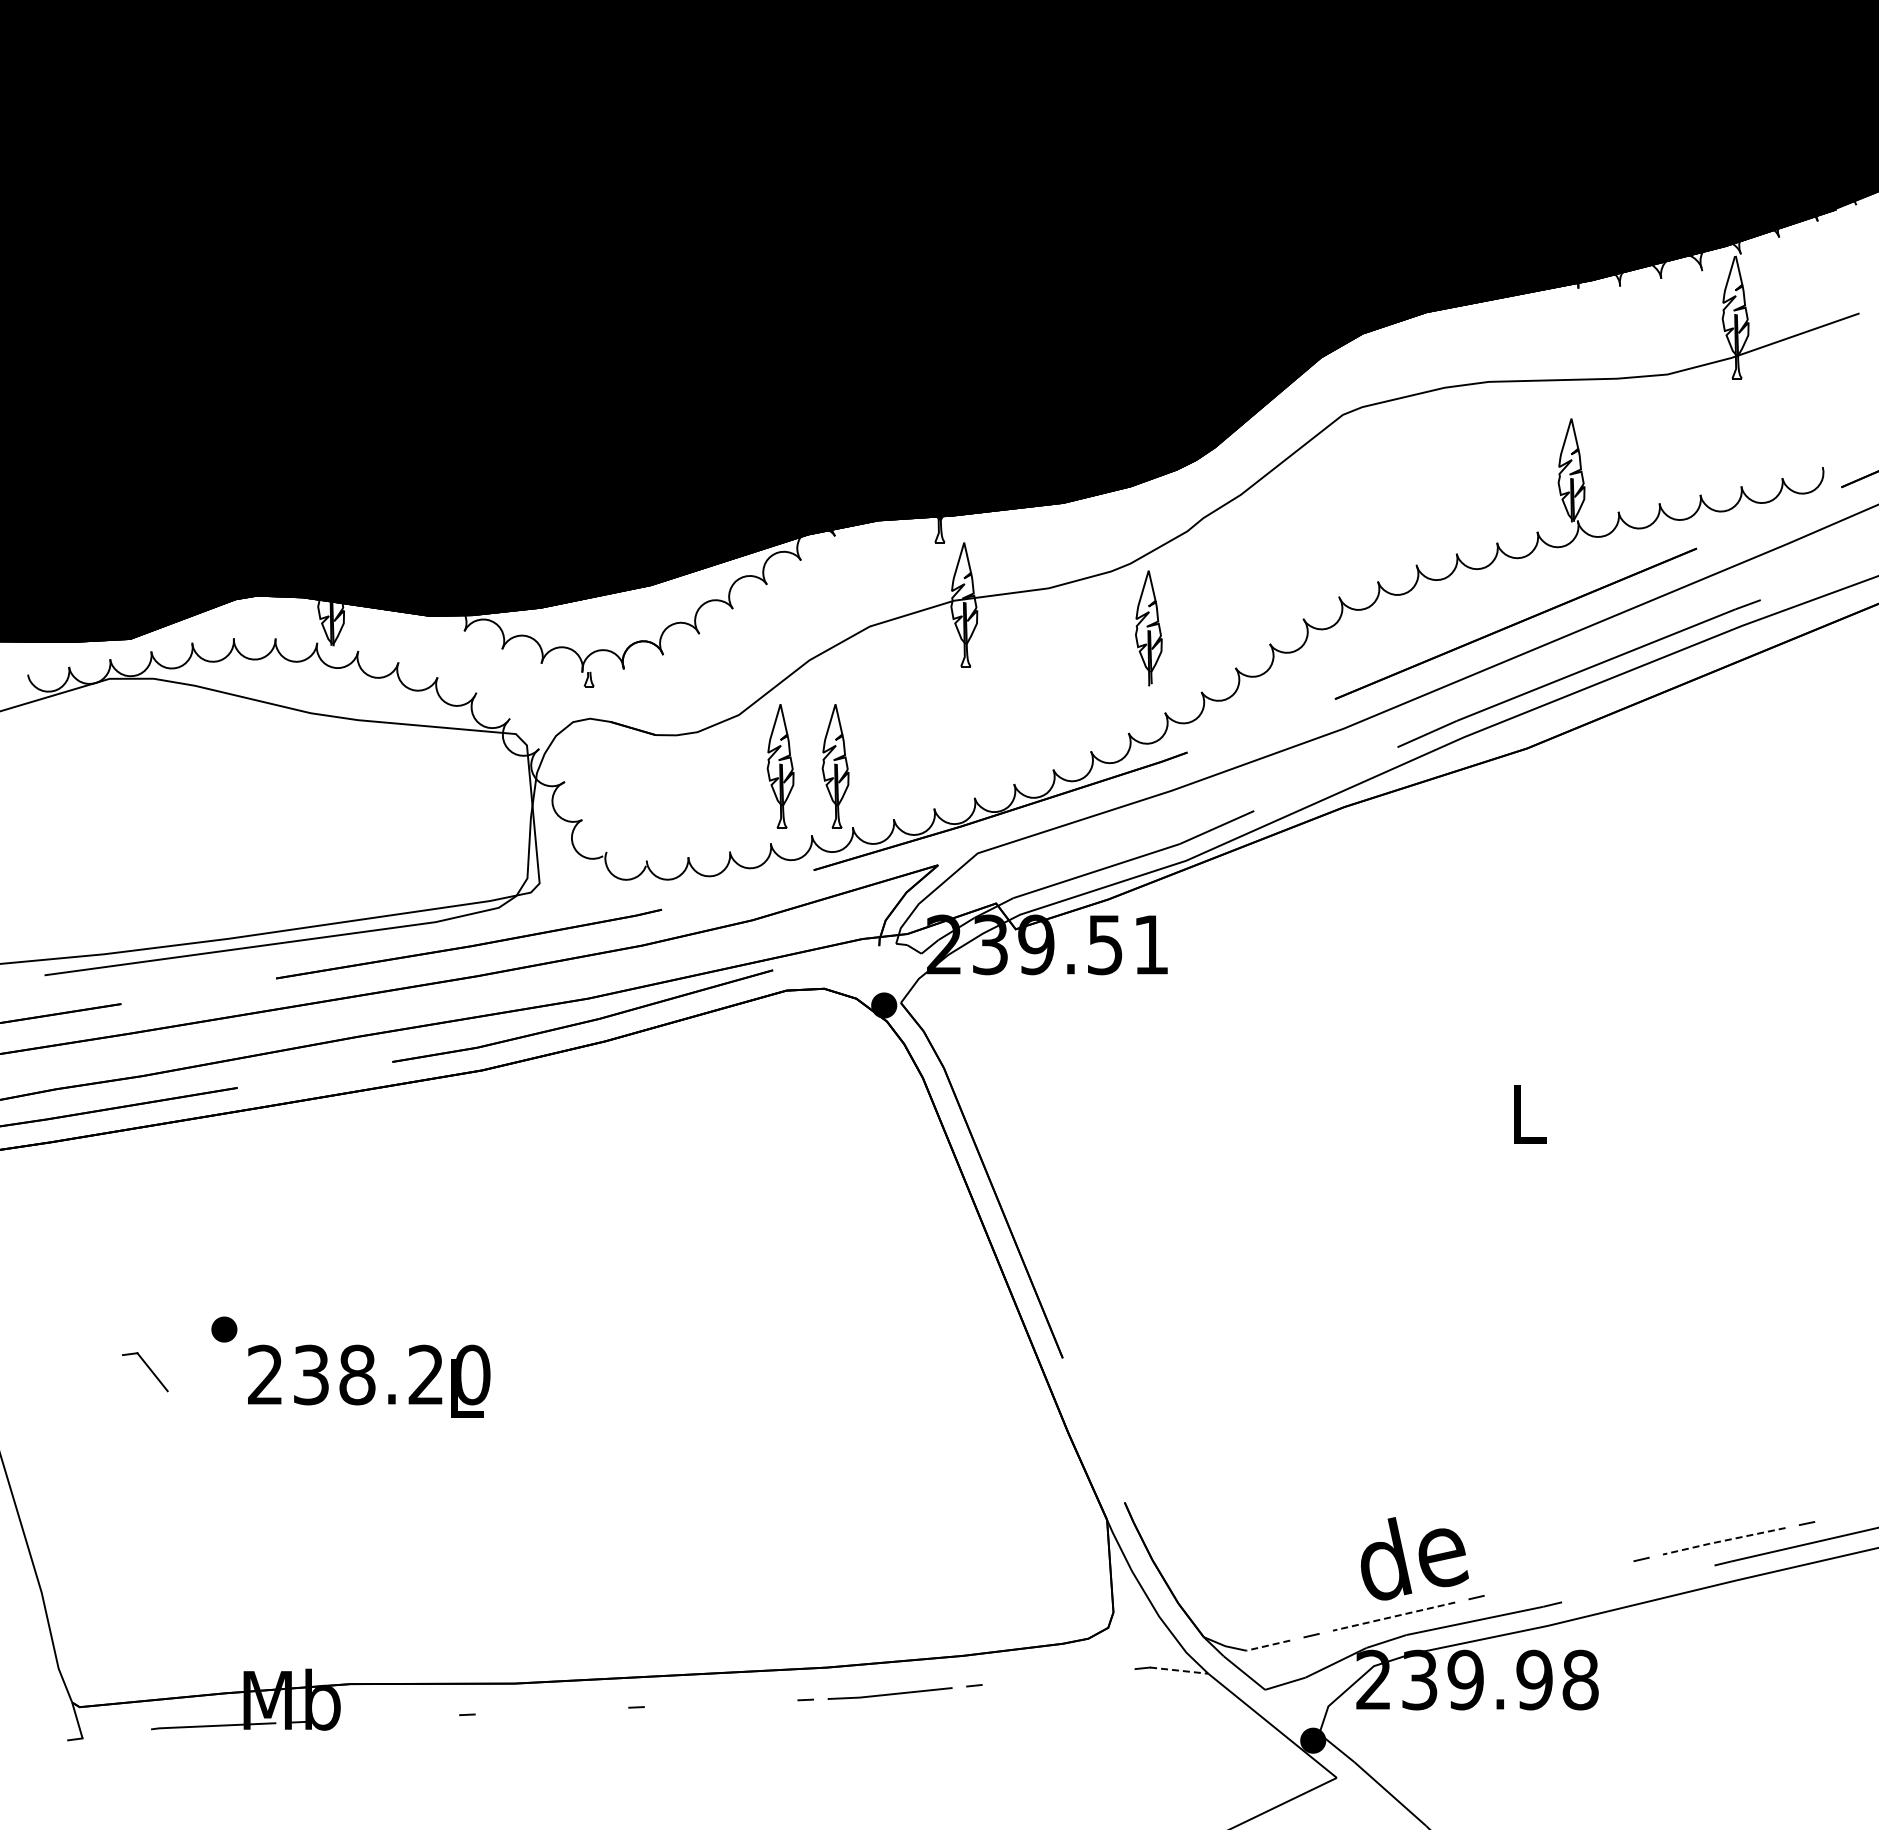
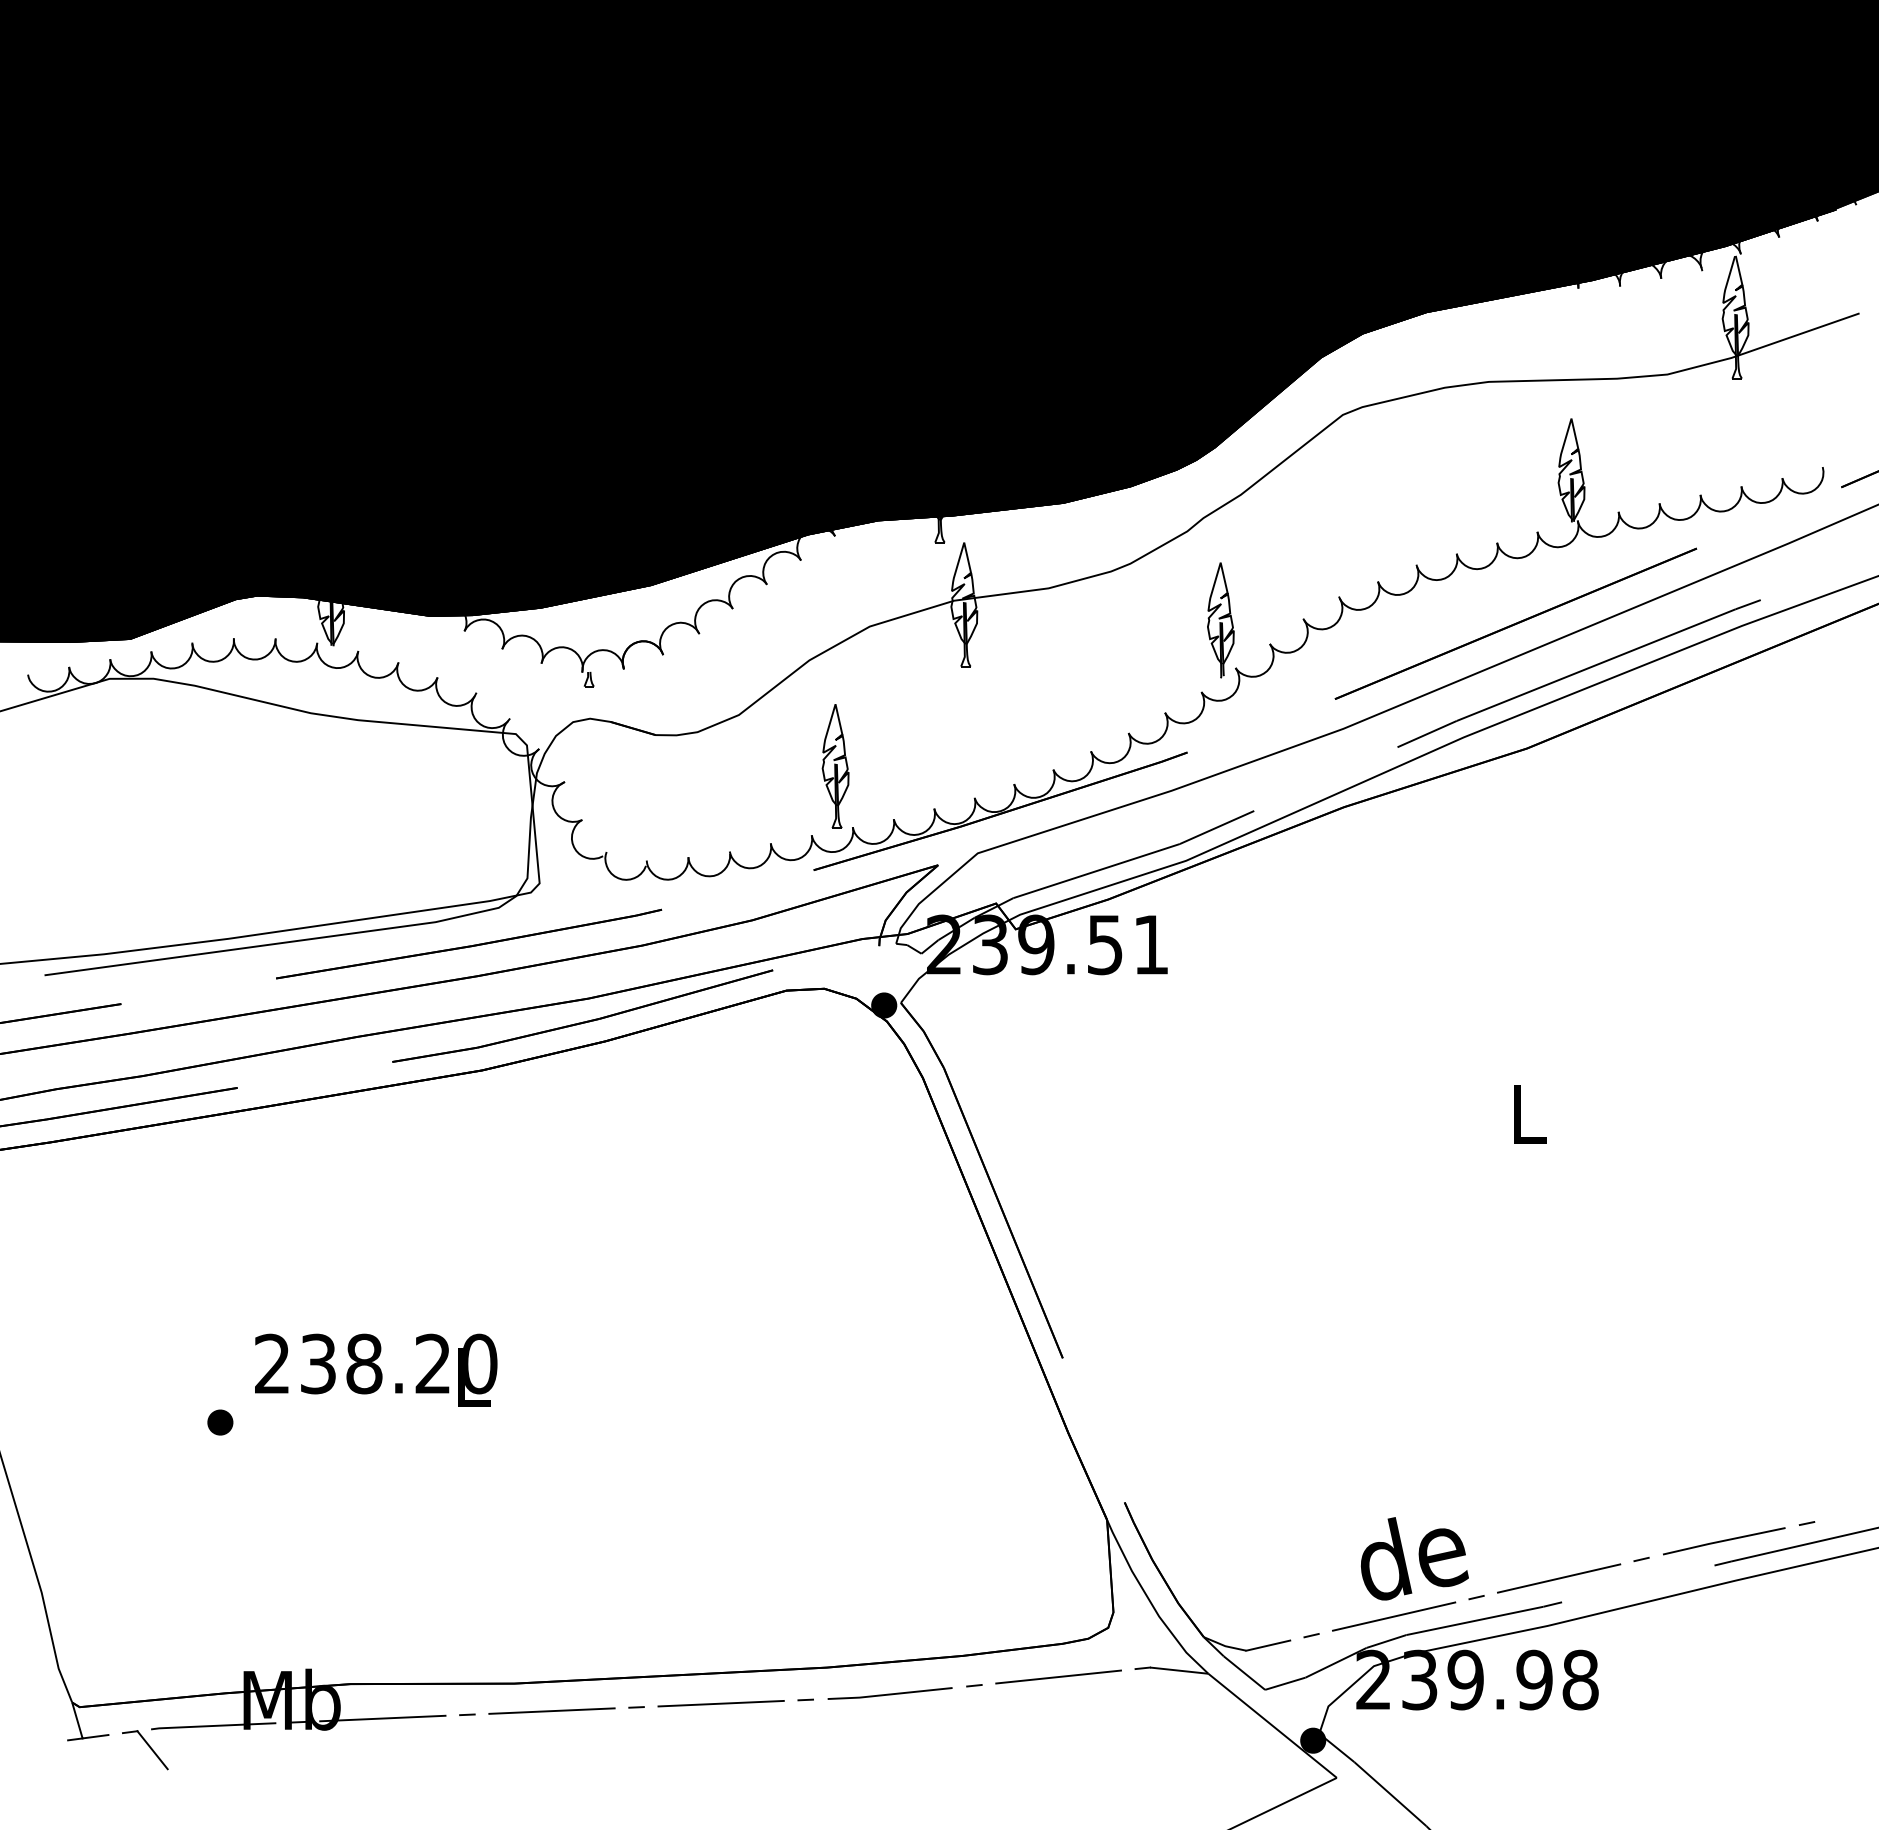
part at (1148, 628) position: (1148, 628) -> (1220, 620)
part at (780, 766): present -> none
part at (224, 1329) position: (224, 1329) -> (220, 1422)
part at (145, 1372) position: (145, 1372) -> (145, 1750)
text at (369, 1380) position: (369, 1380) -> (376, 1369)
line at (1723, 1540): dashed -> solid
line at (1558, 1578): none -> present
line at (1394, 1616): dashed -> solid
line at (1268, 1645): dashed -> solid
line at (1179, 1670): dashed -> solid
line at (1058, 1676): none -> present
line at (720, 1703): none -> present
line at (551, 1710): none -> present
line at (382, 1718): none -> present
line at (95, 1736): none -> present
